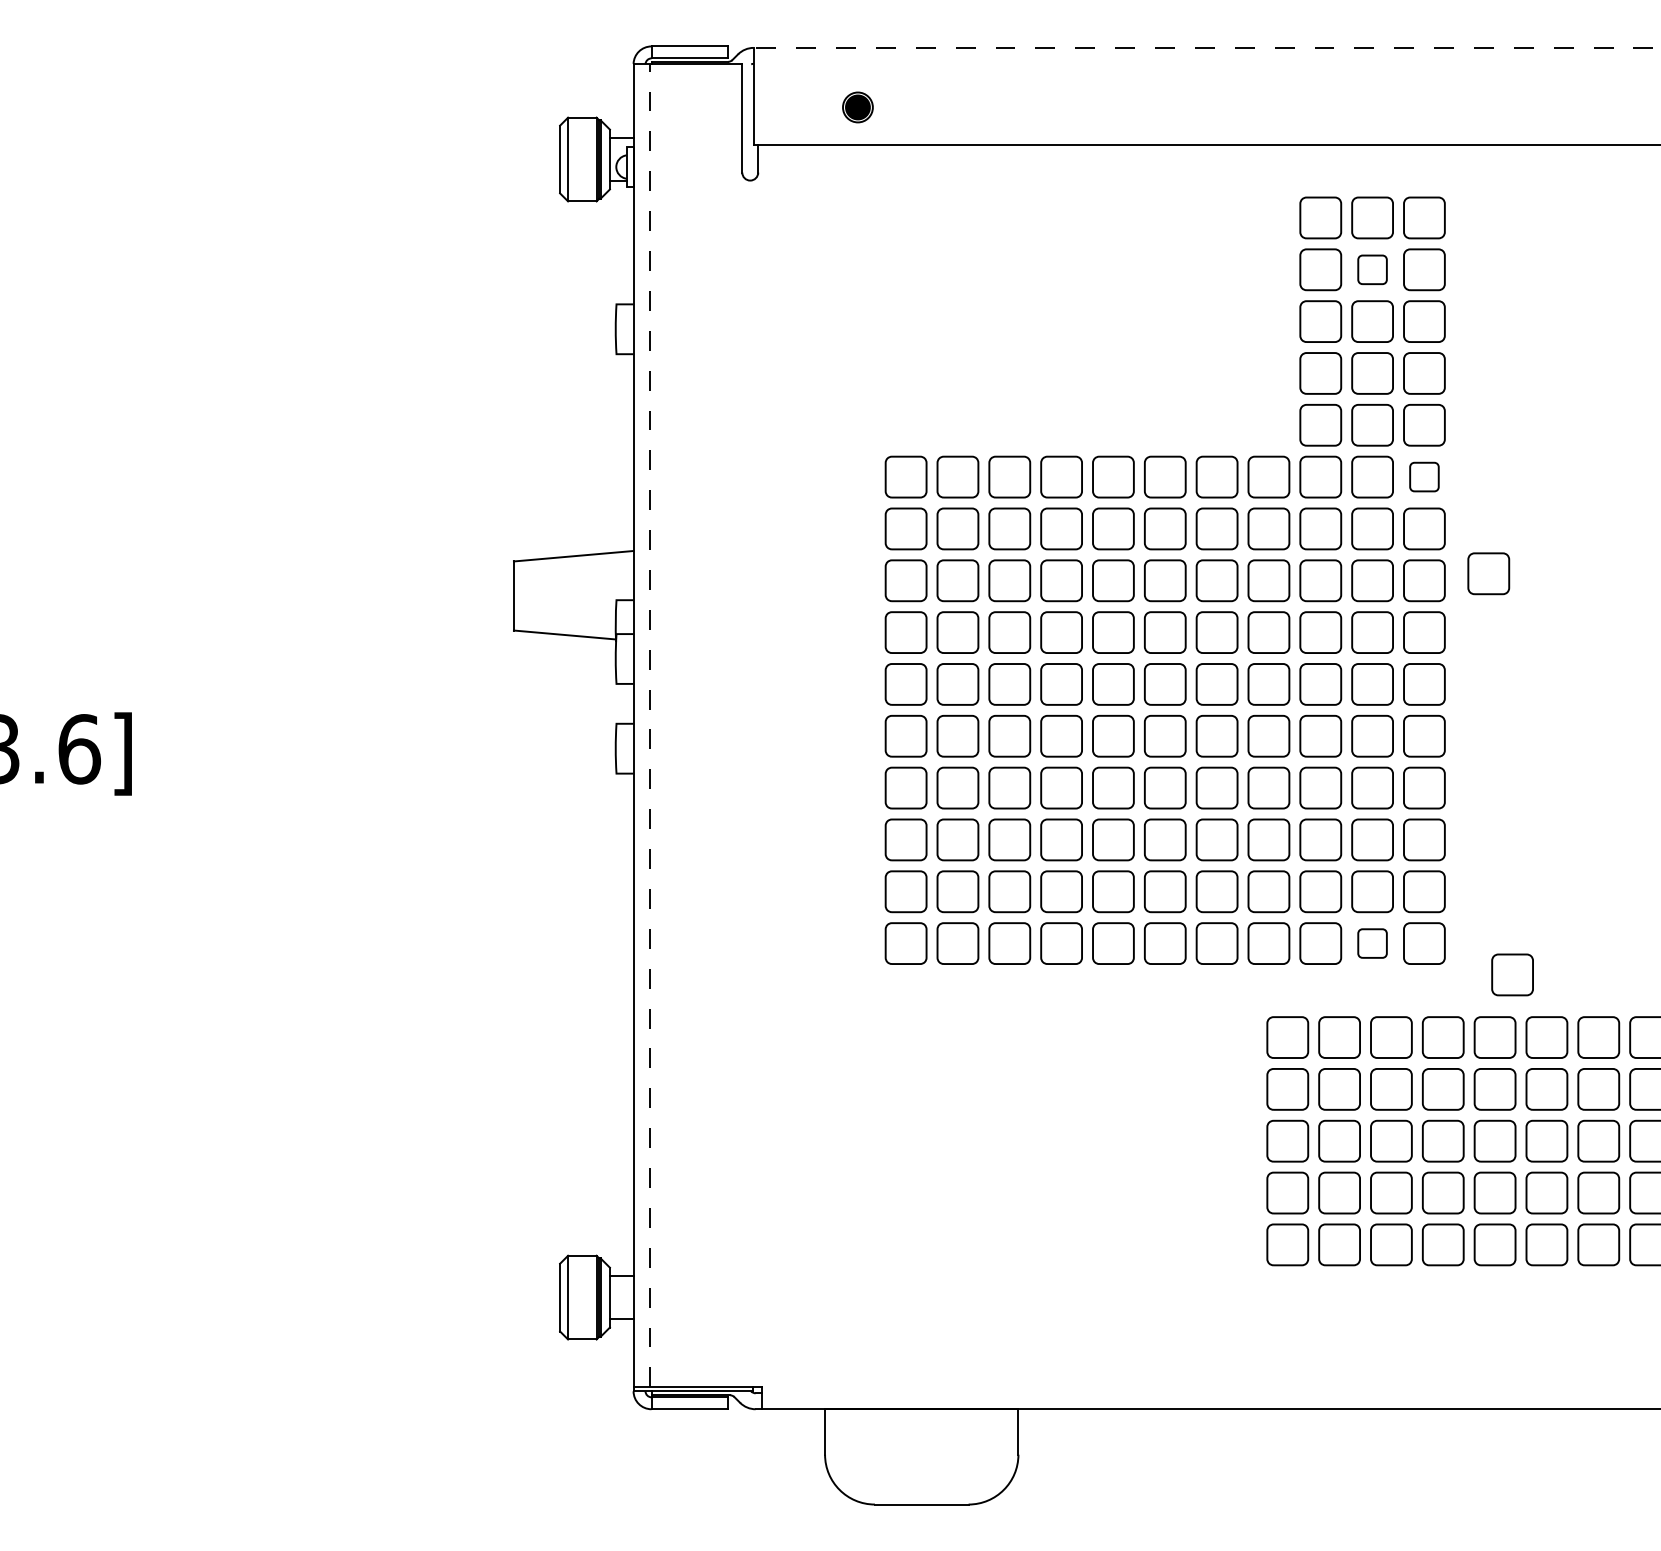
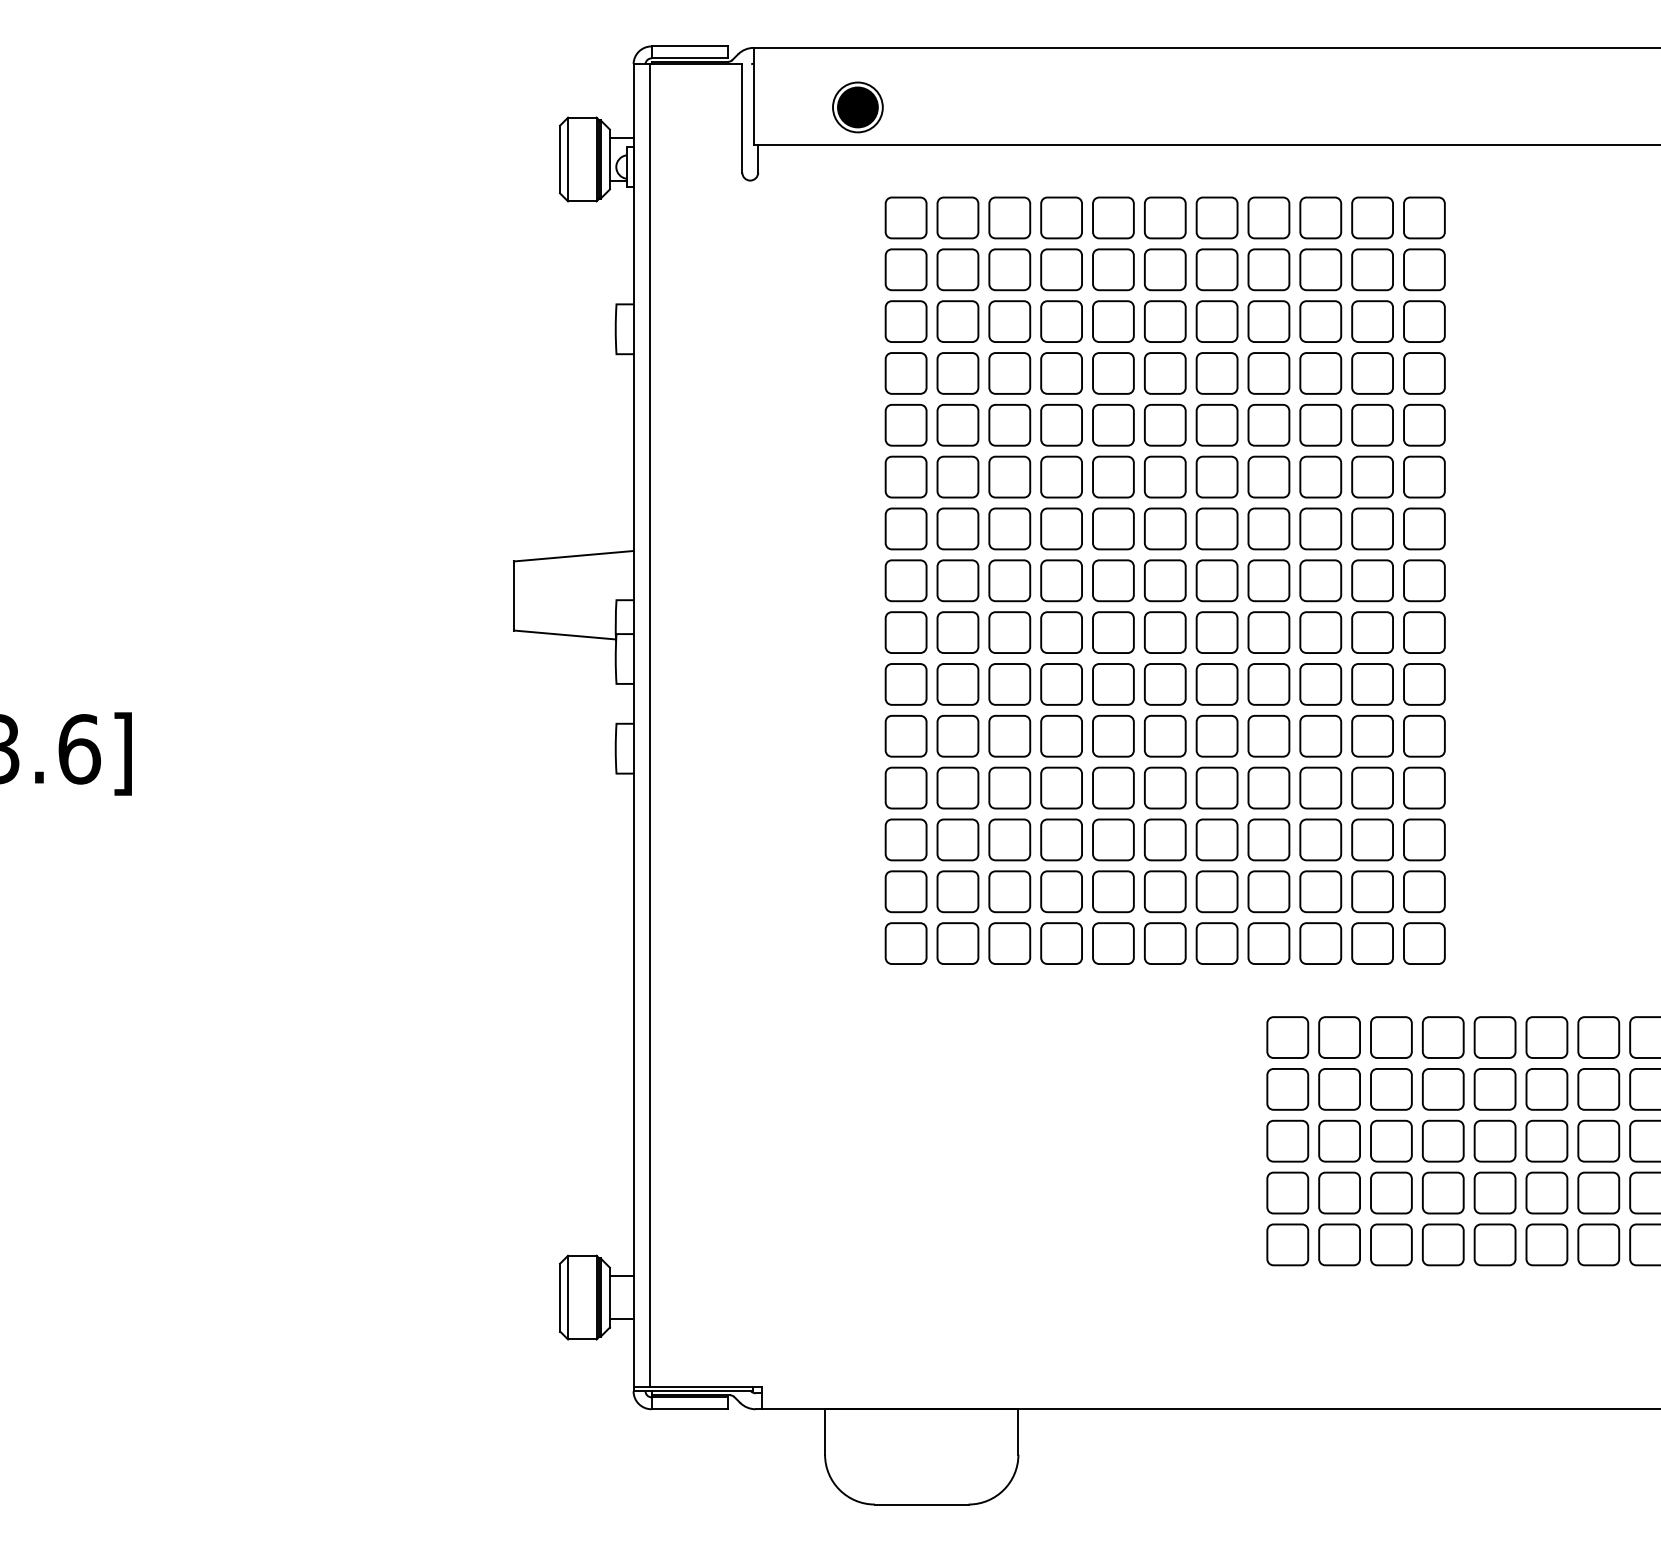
line at (1206, 47): dashed -> solid
part at (857, 107) size: 32x33 px -> 52x53 px
part at (1372, 269) size: 31x31 px -> 43x44 px
part at (1087, 321): none -> present
part at (1424, 476) size: 31x32 px -> 43x44 px
part at (1488, 573): present -> none
line at (649, 725): dashed -> solid
part at (1372, 943) size: 31x31 px -> 43x43 px
part at (1512, 974): present -> none
